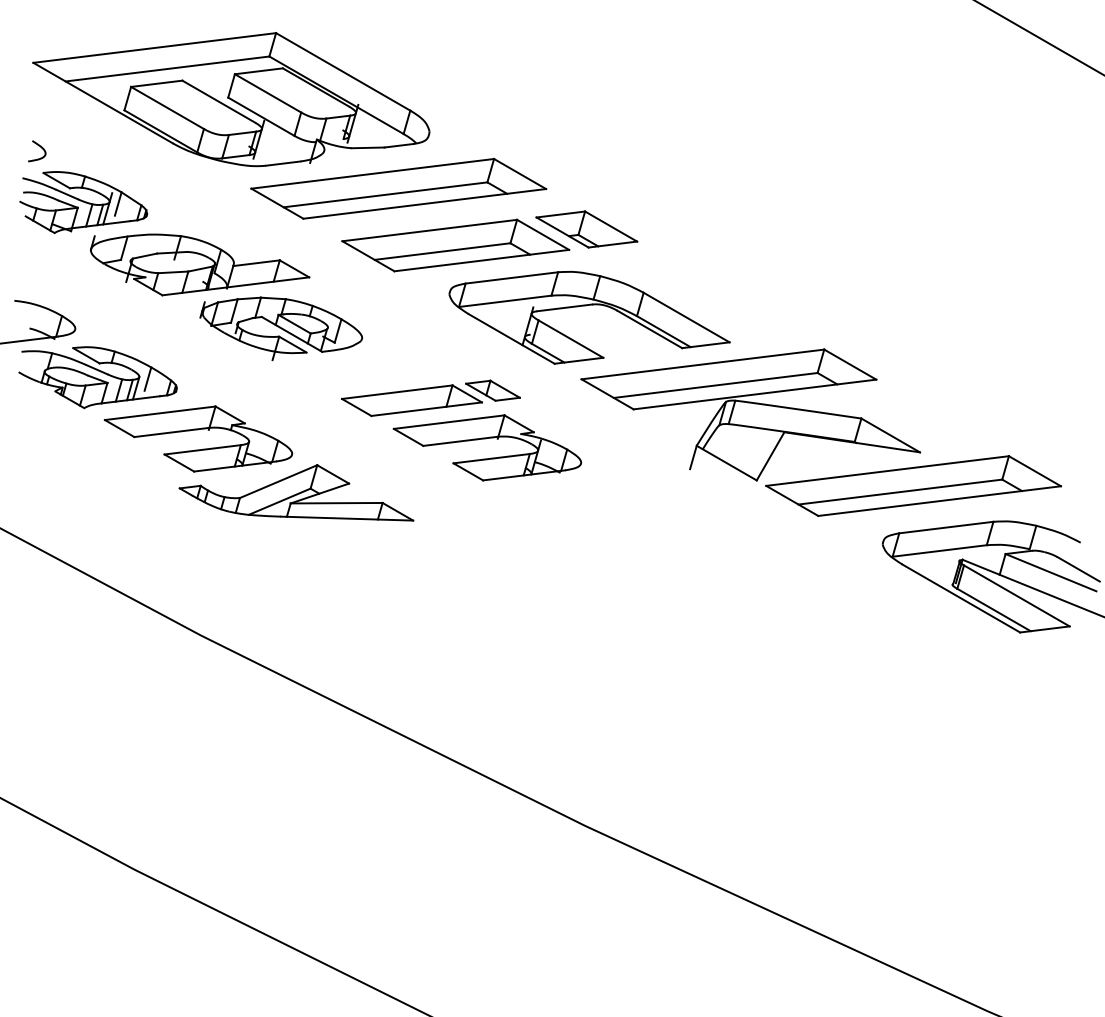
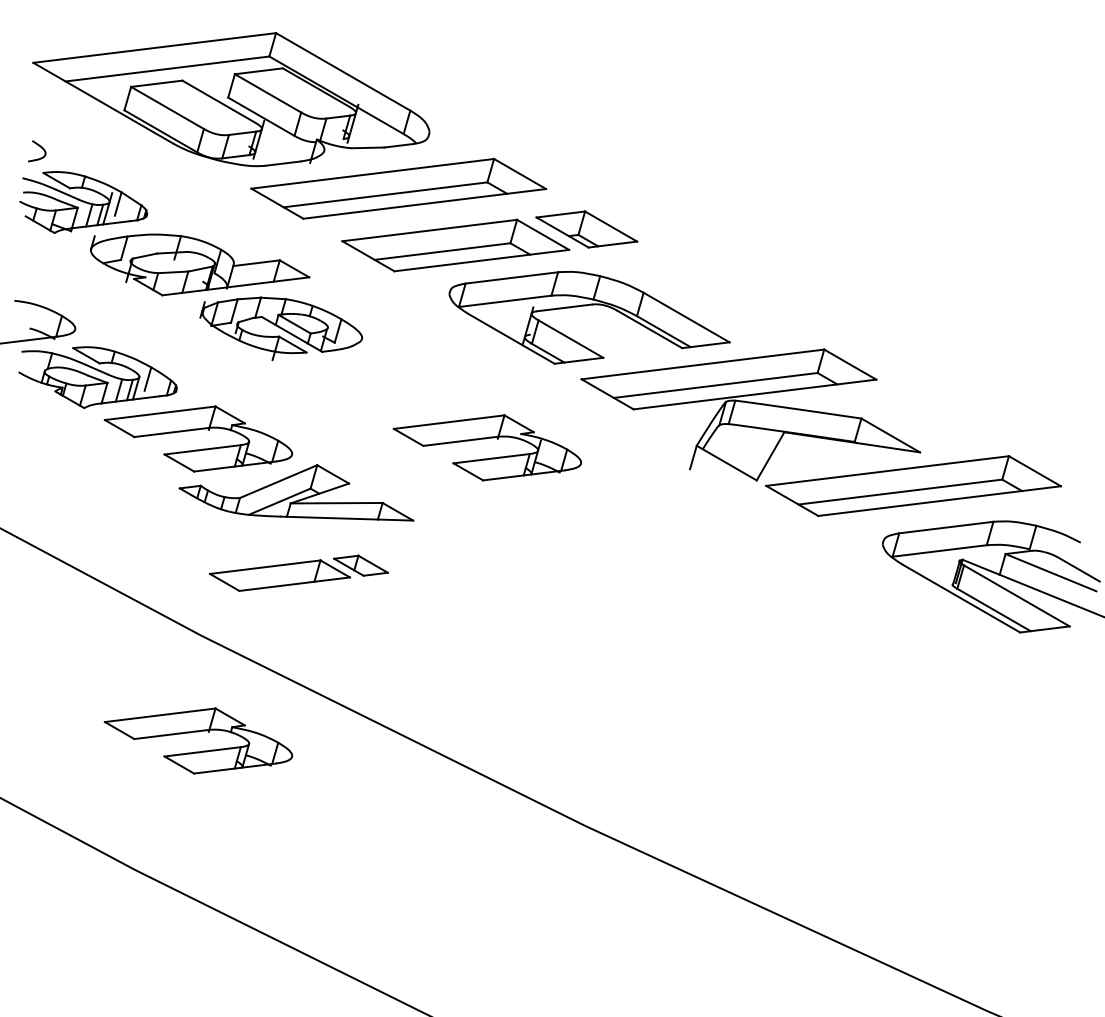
line at (1039, 37): present -> none
part at (430, 397) position: (430, 397) -> (298, 572)
part at (198, 732): none -> present
